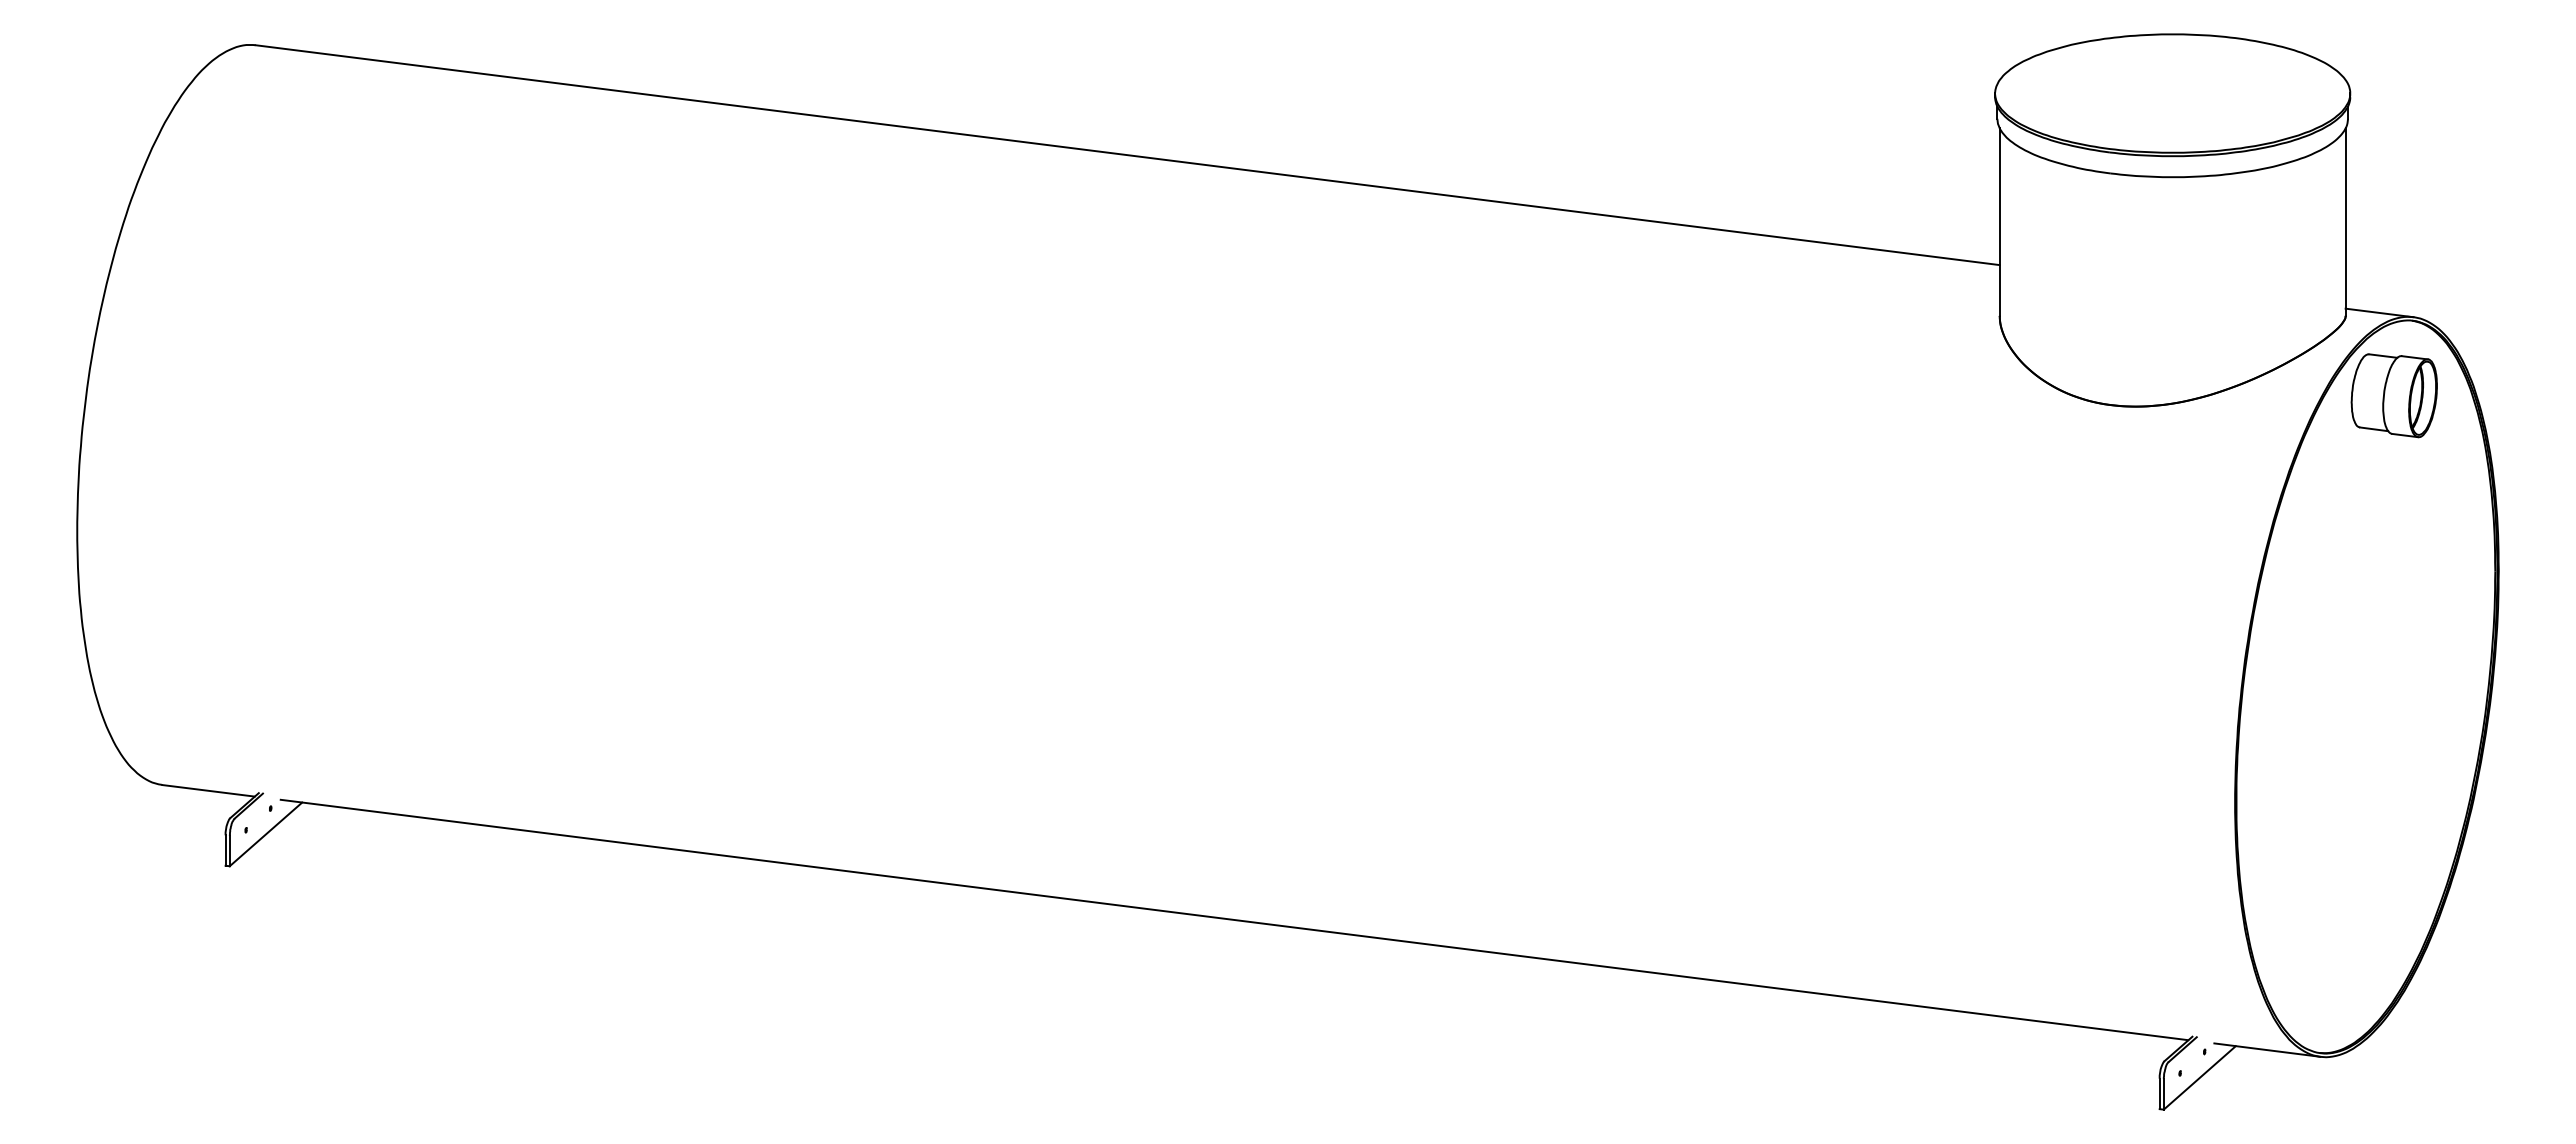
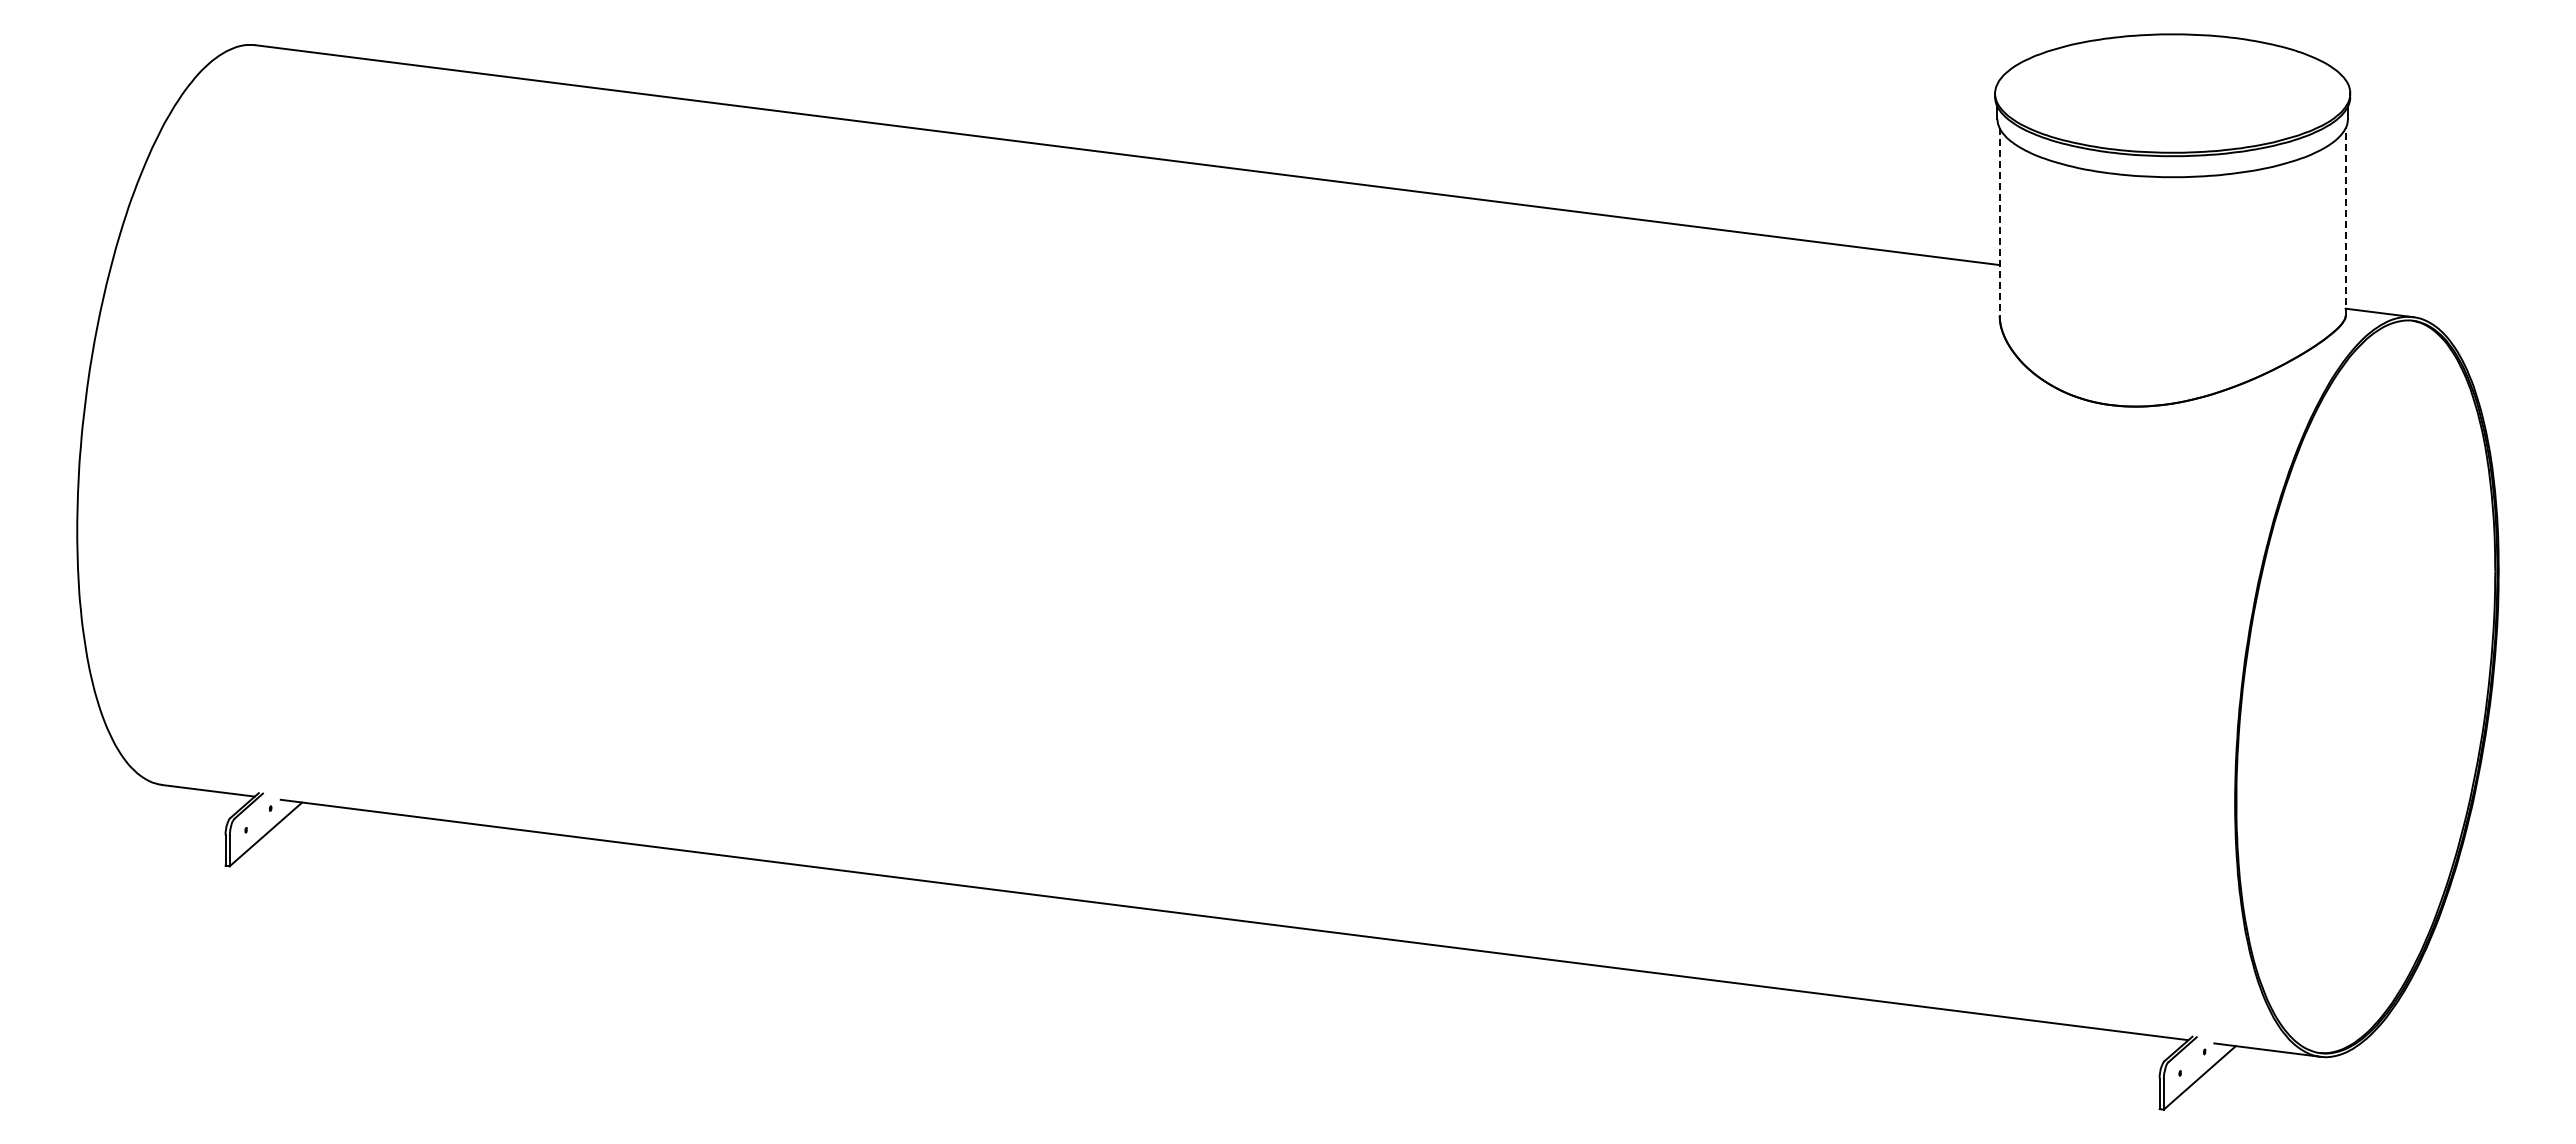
line at (1999, 222): solid -> dashed
line at (2345, 222): solid -> dashed
part at (2393, 395): present -> none
